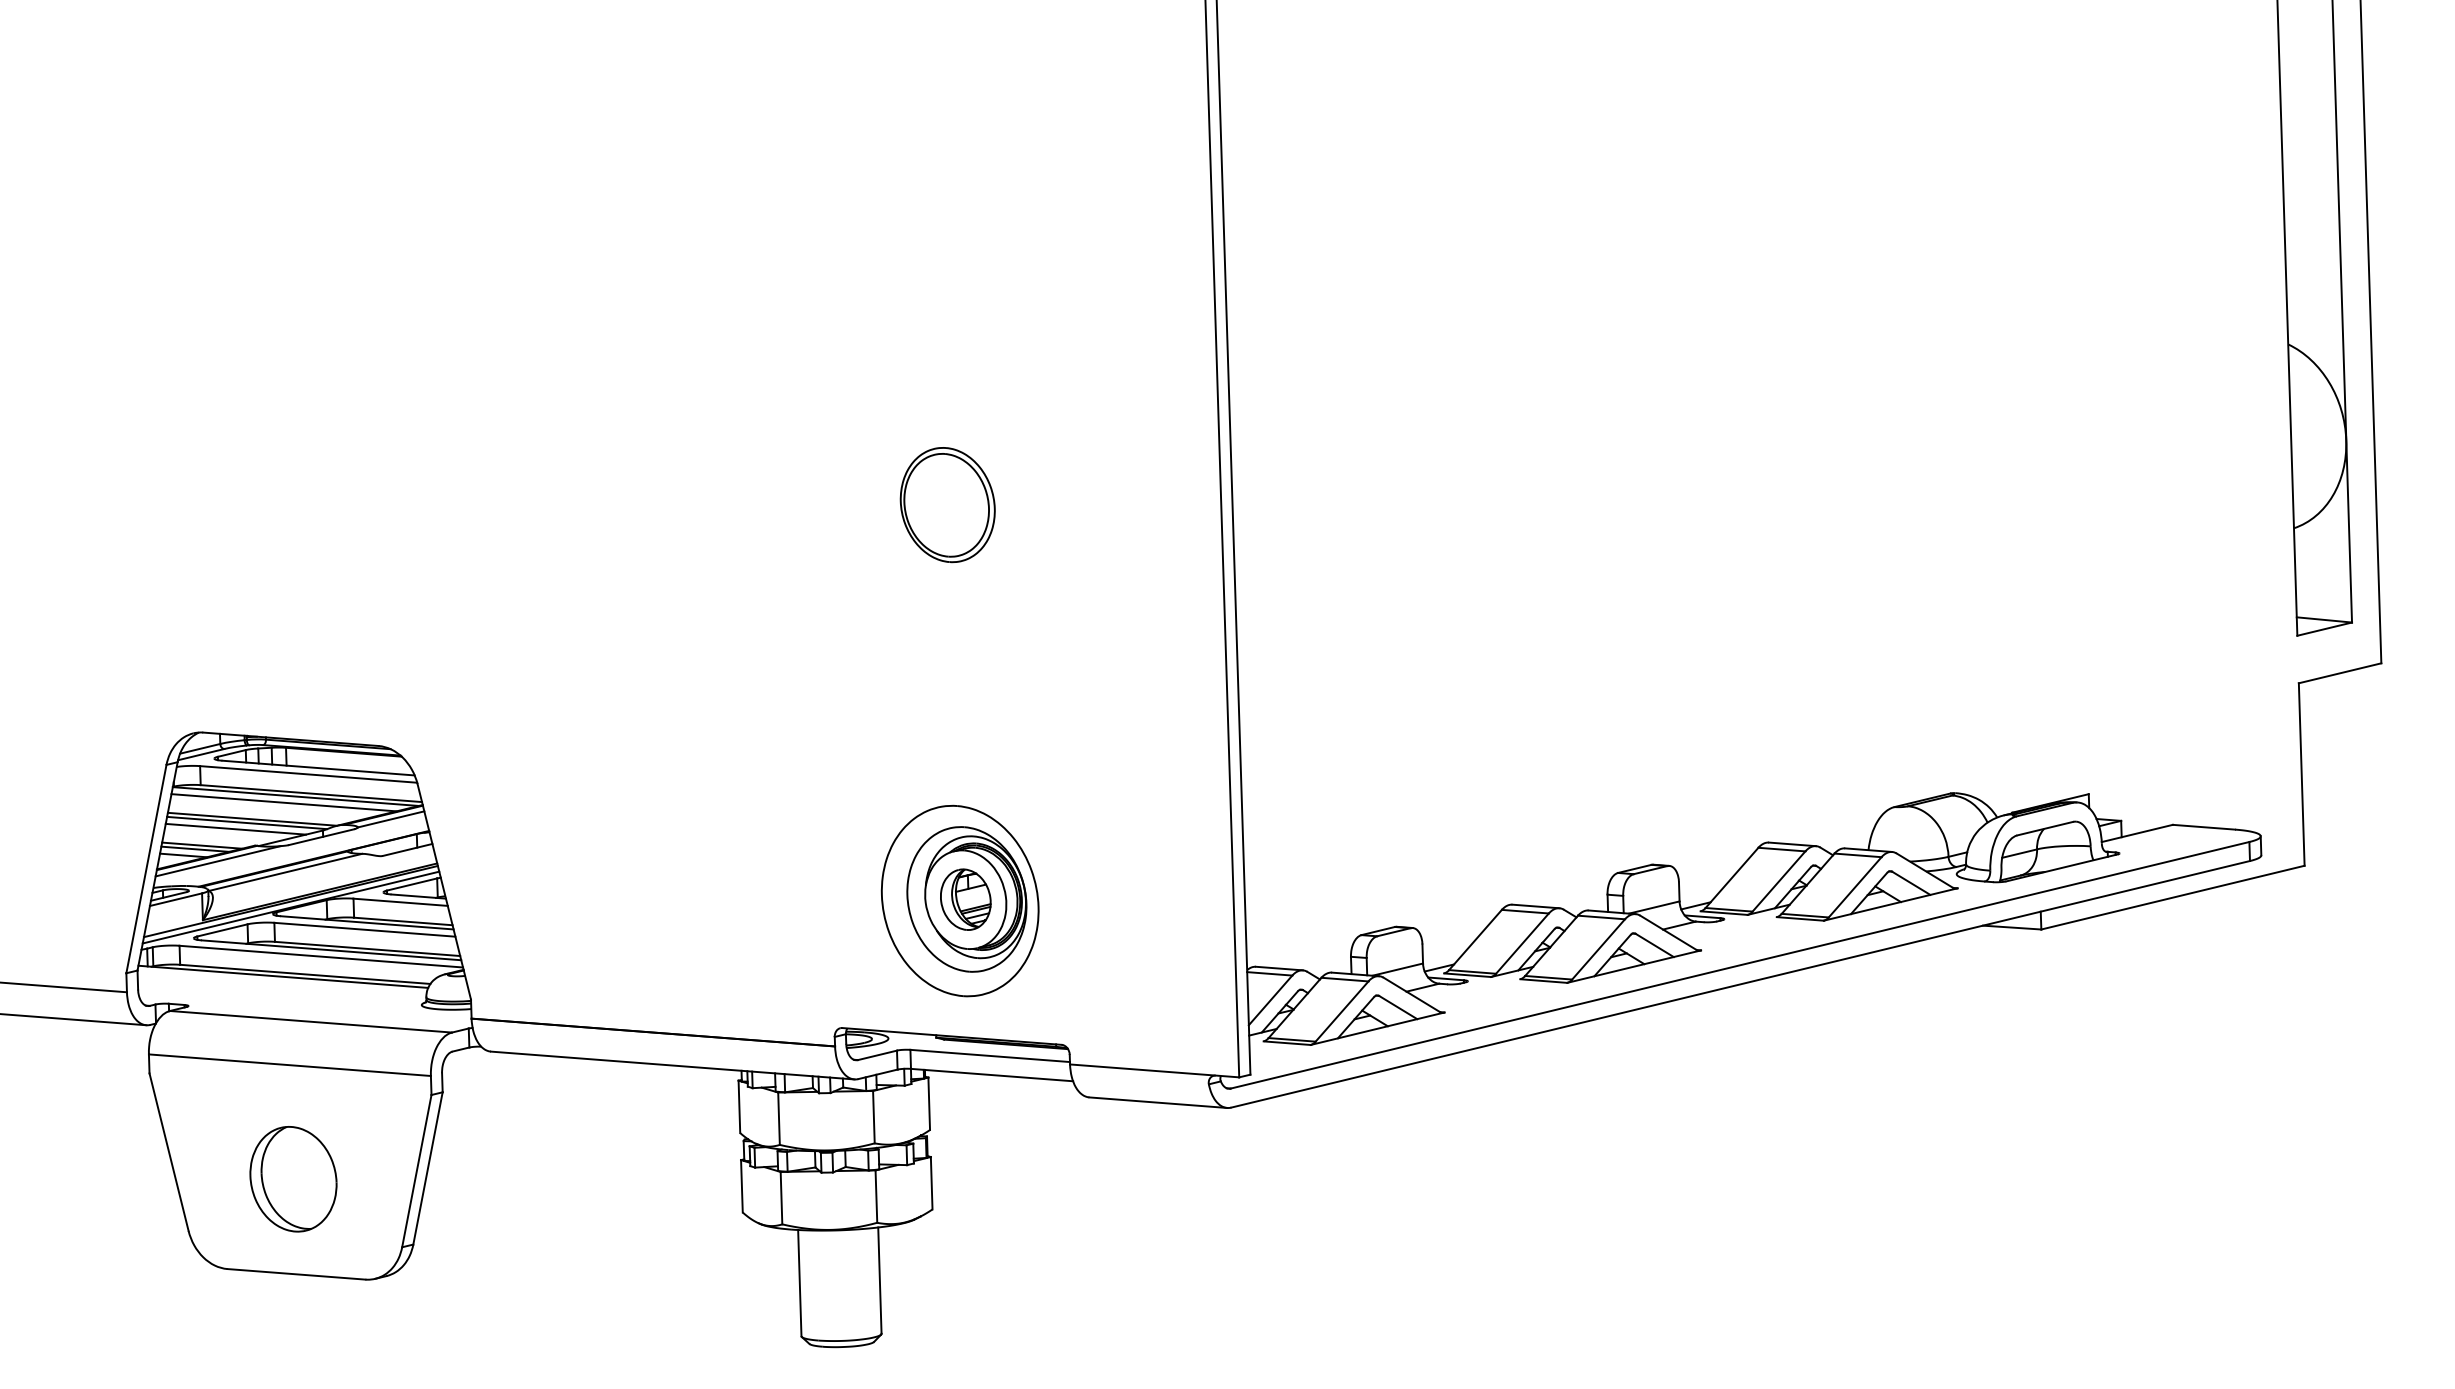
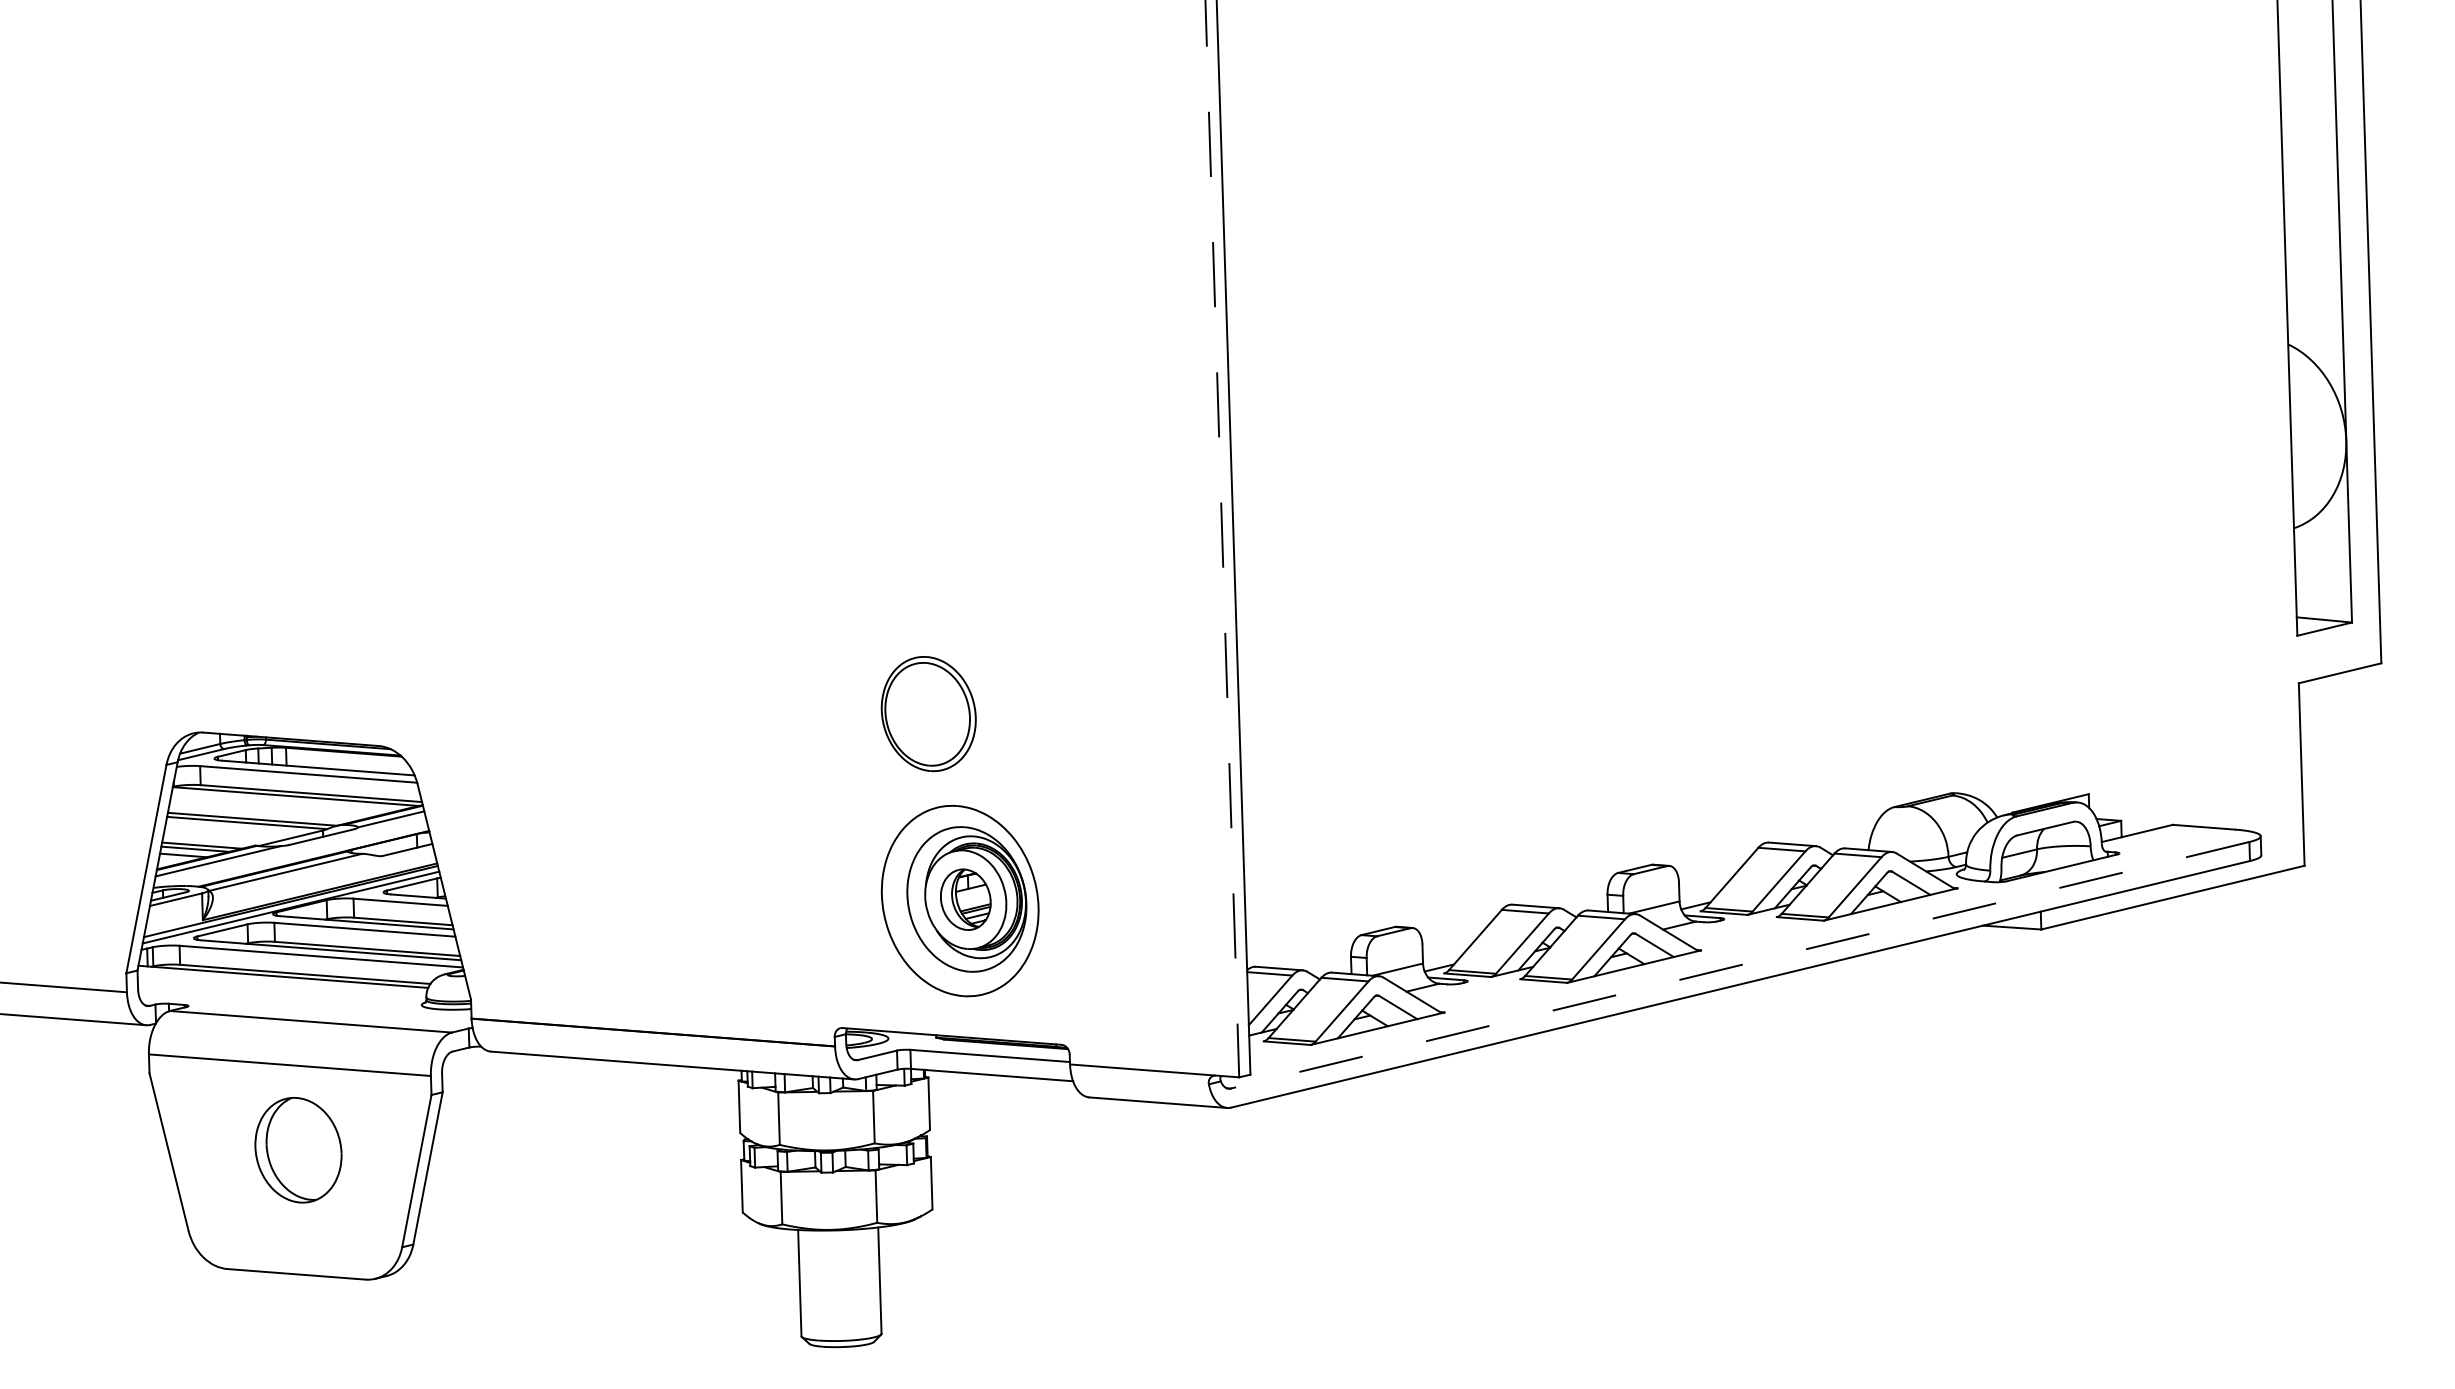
part at (947, 505) position: (947, 505) -> (928, 714)
line at (1222, 539): solid -> dashed
line at (283, 802): present -> none
line at (235, 828): present -> none
line at (1739, 965): solid -> dashed
part at (293, 1179) position: (293, 1179) -> (298, 1150)
